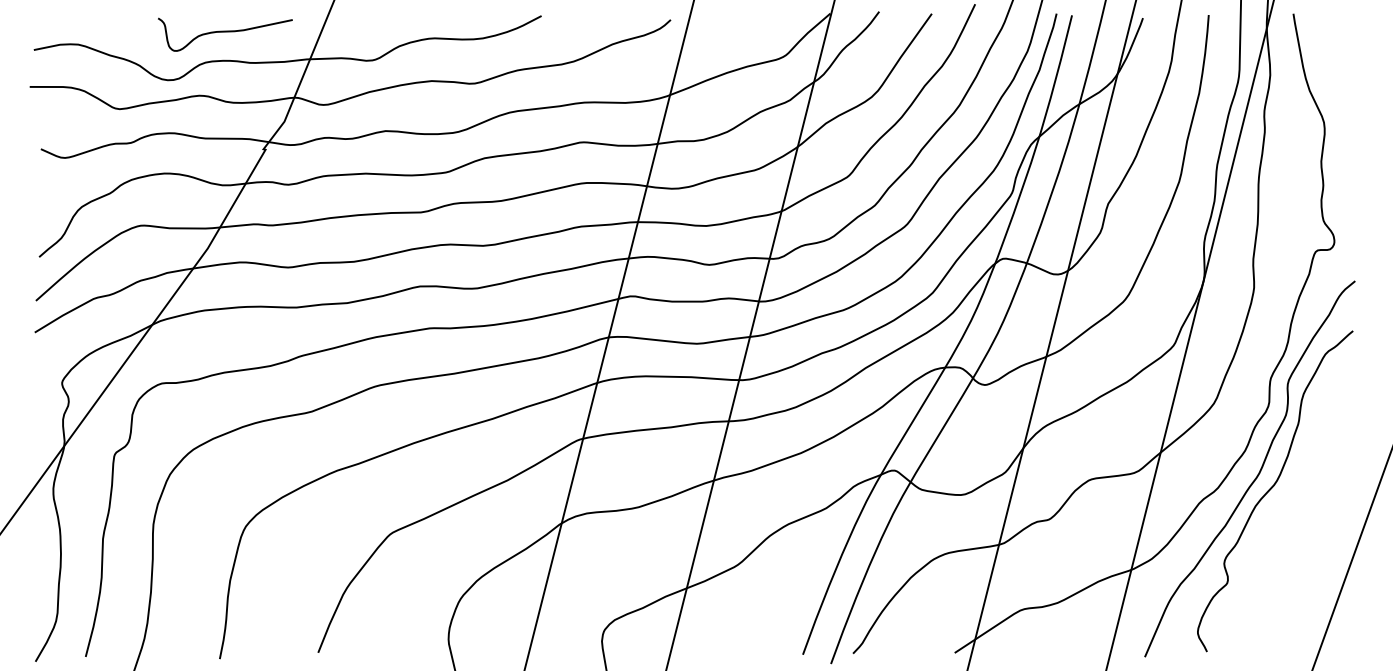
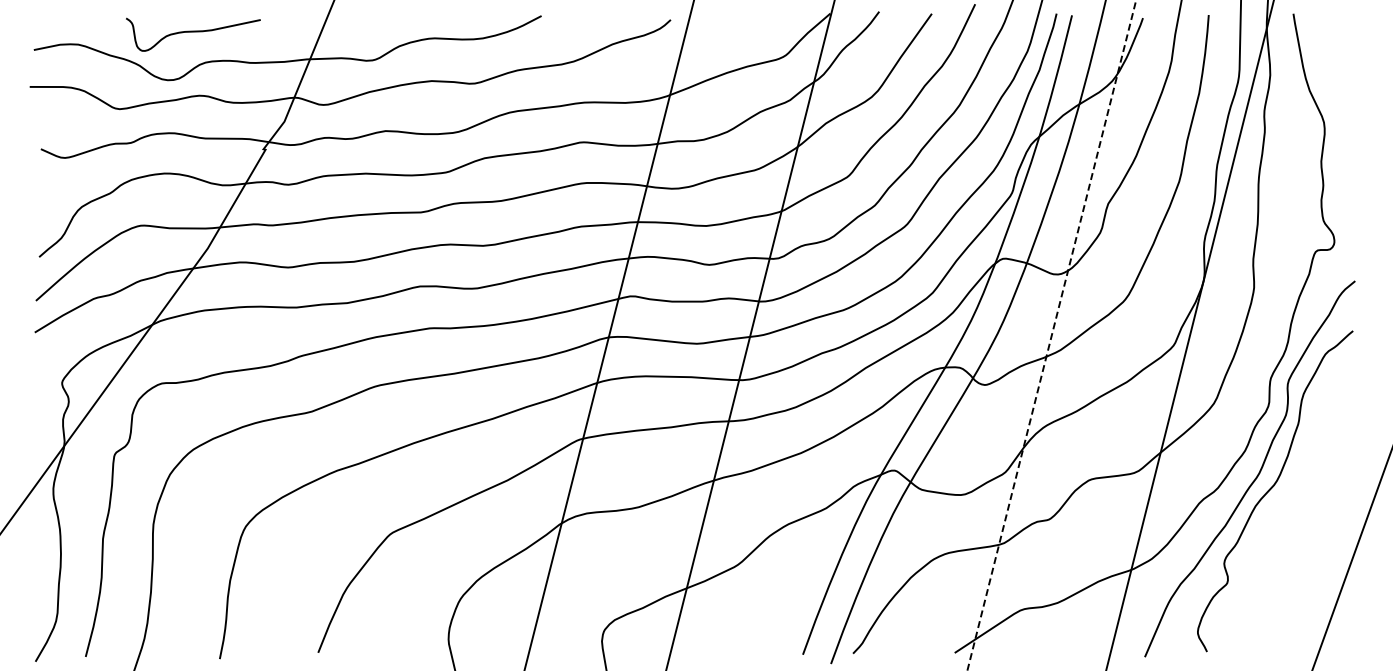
curve at (225, 32) position: (225, 32) -> (193, 32)
line at (1052, 334): solid -> dashed
